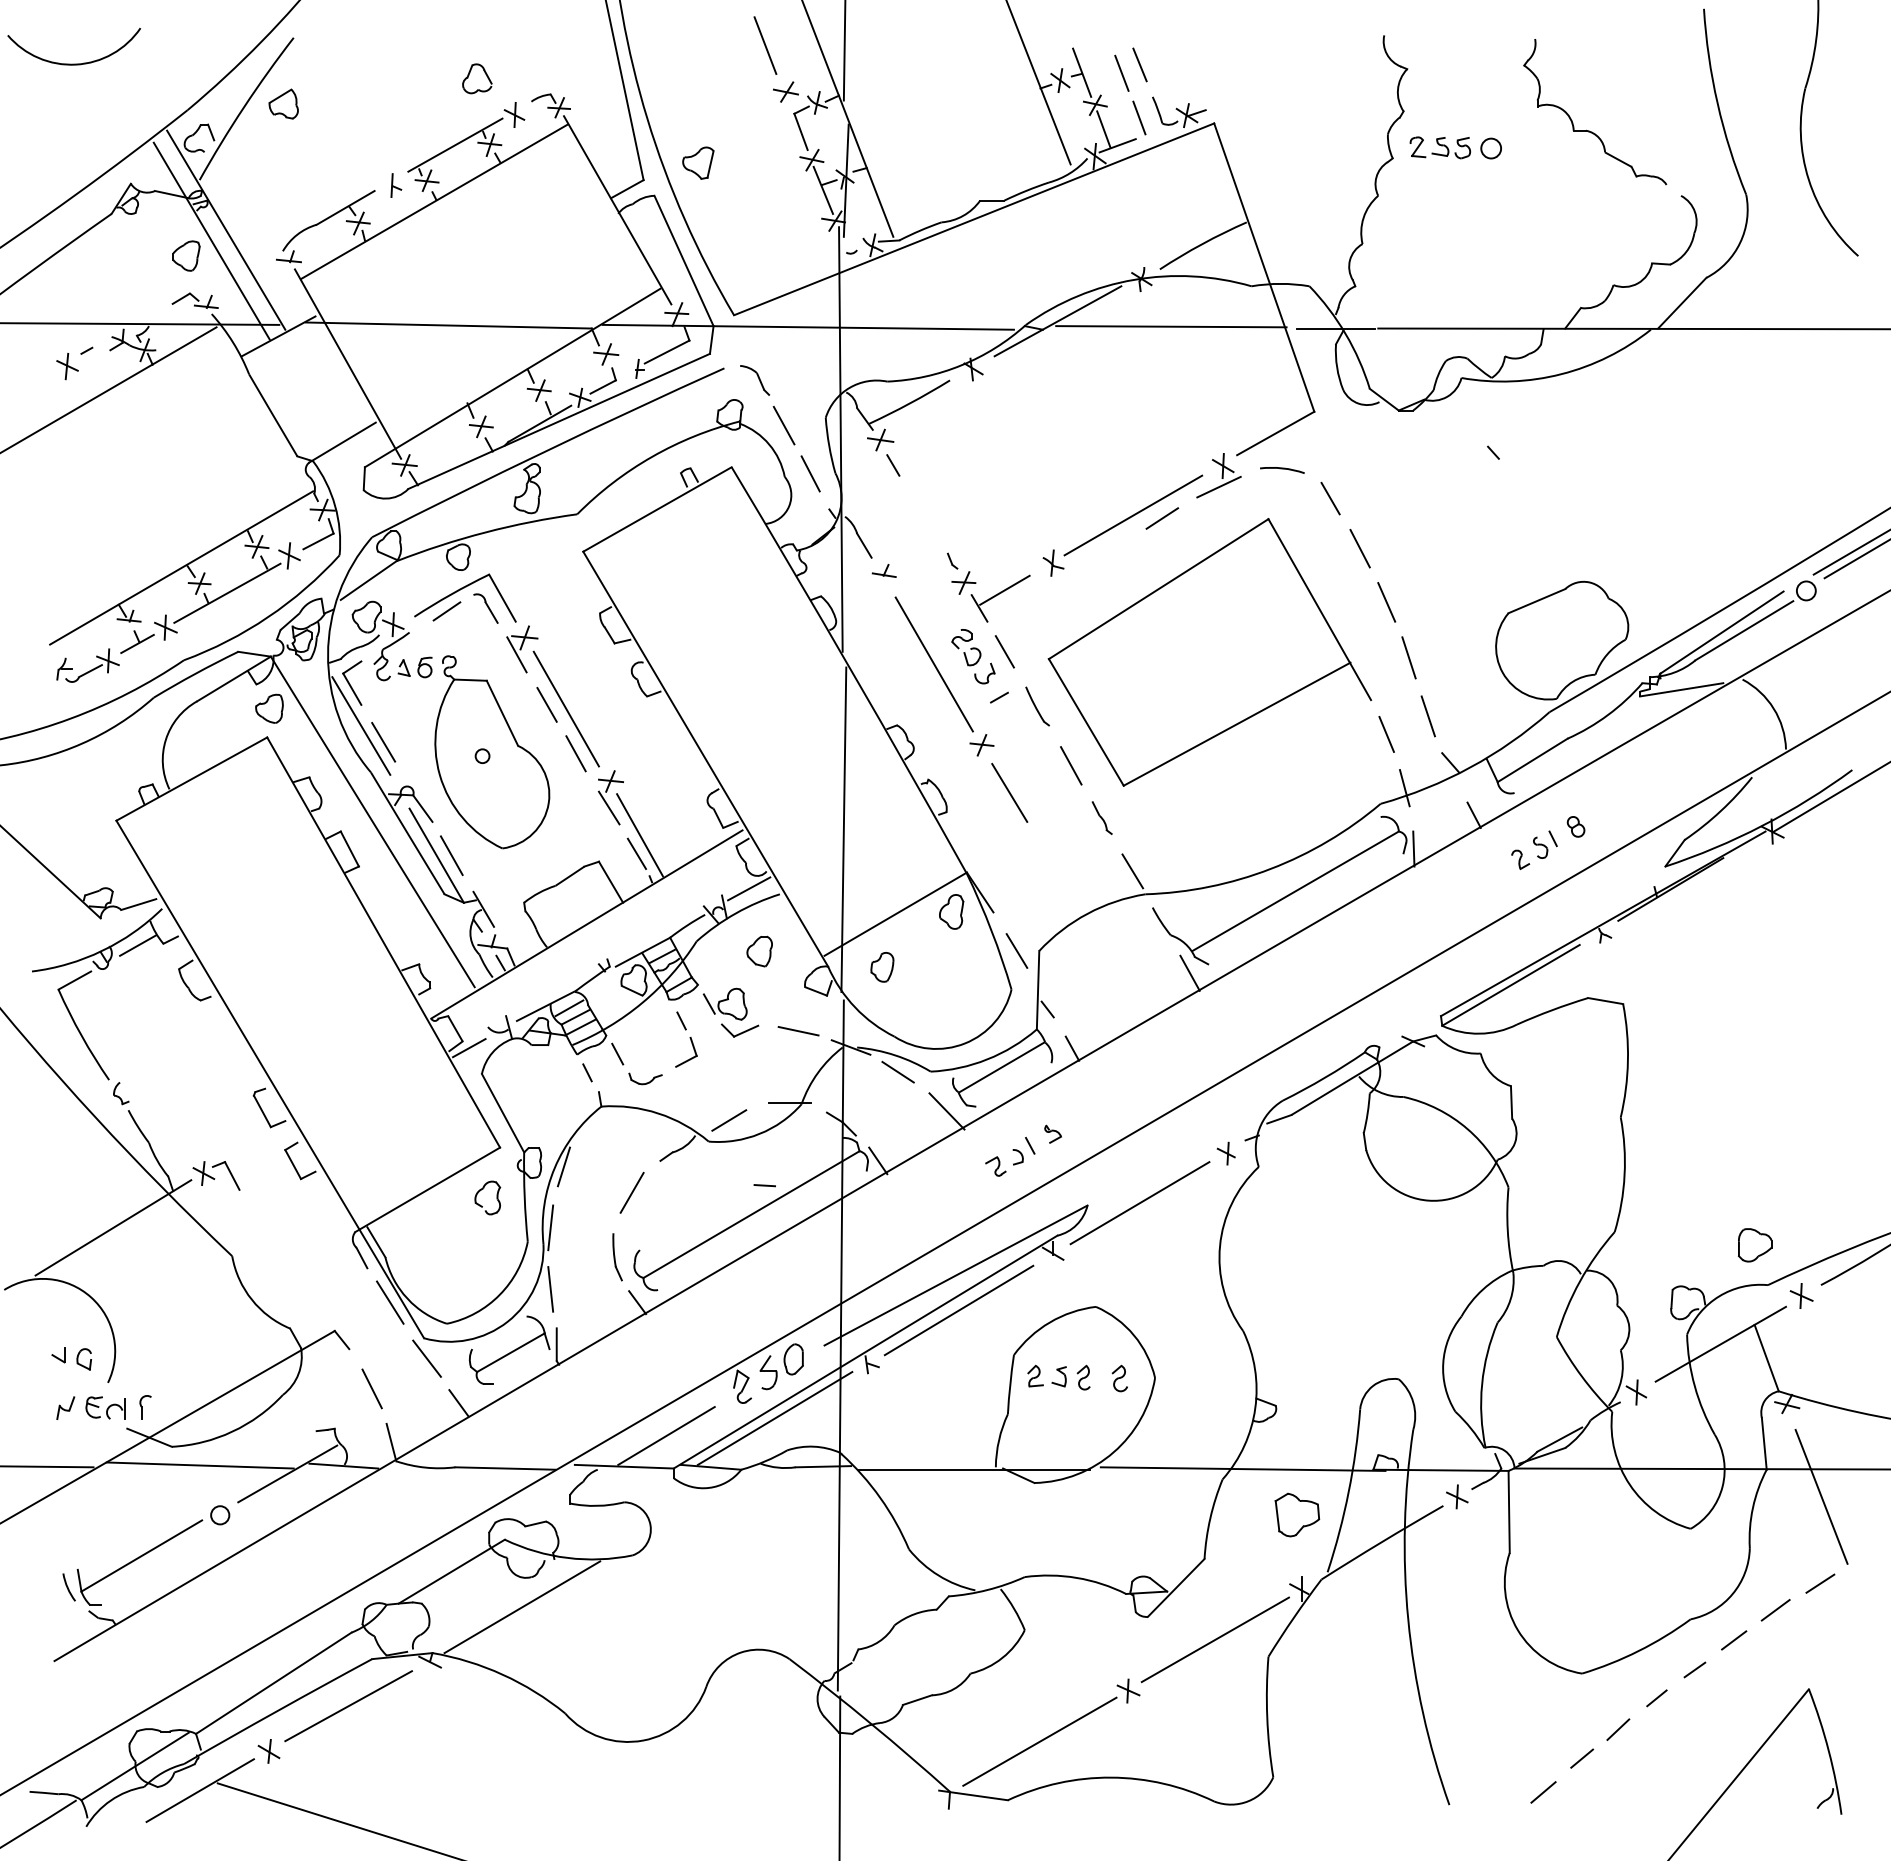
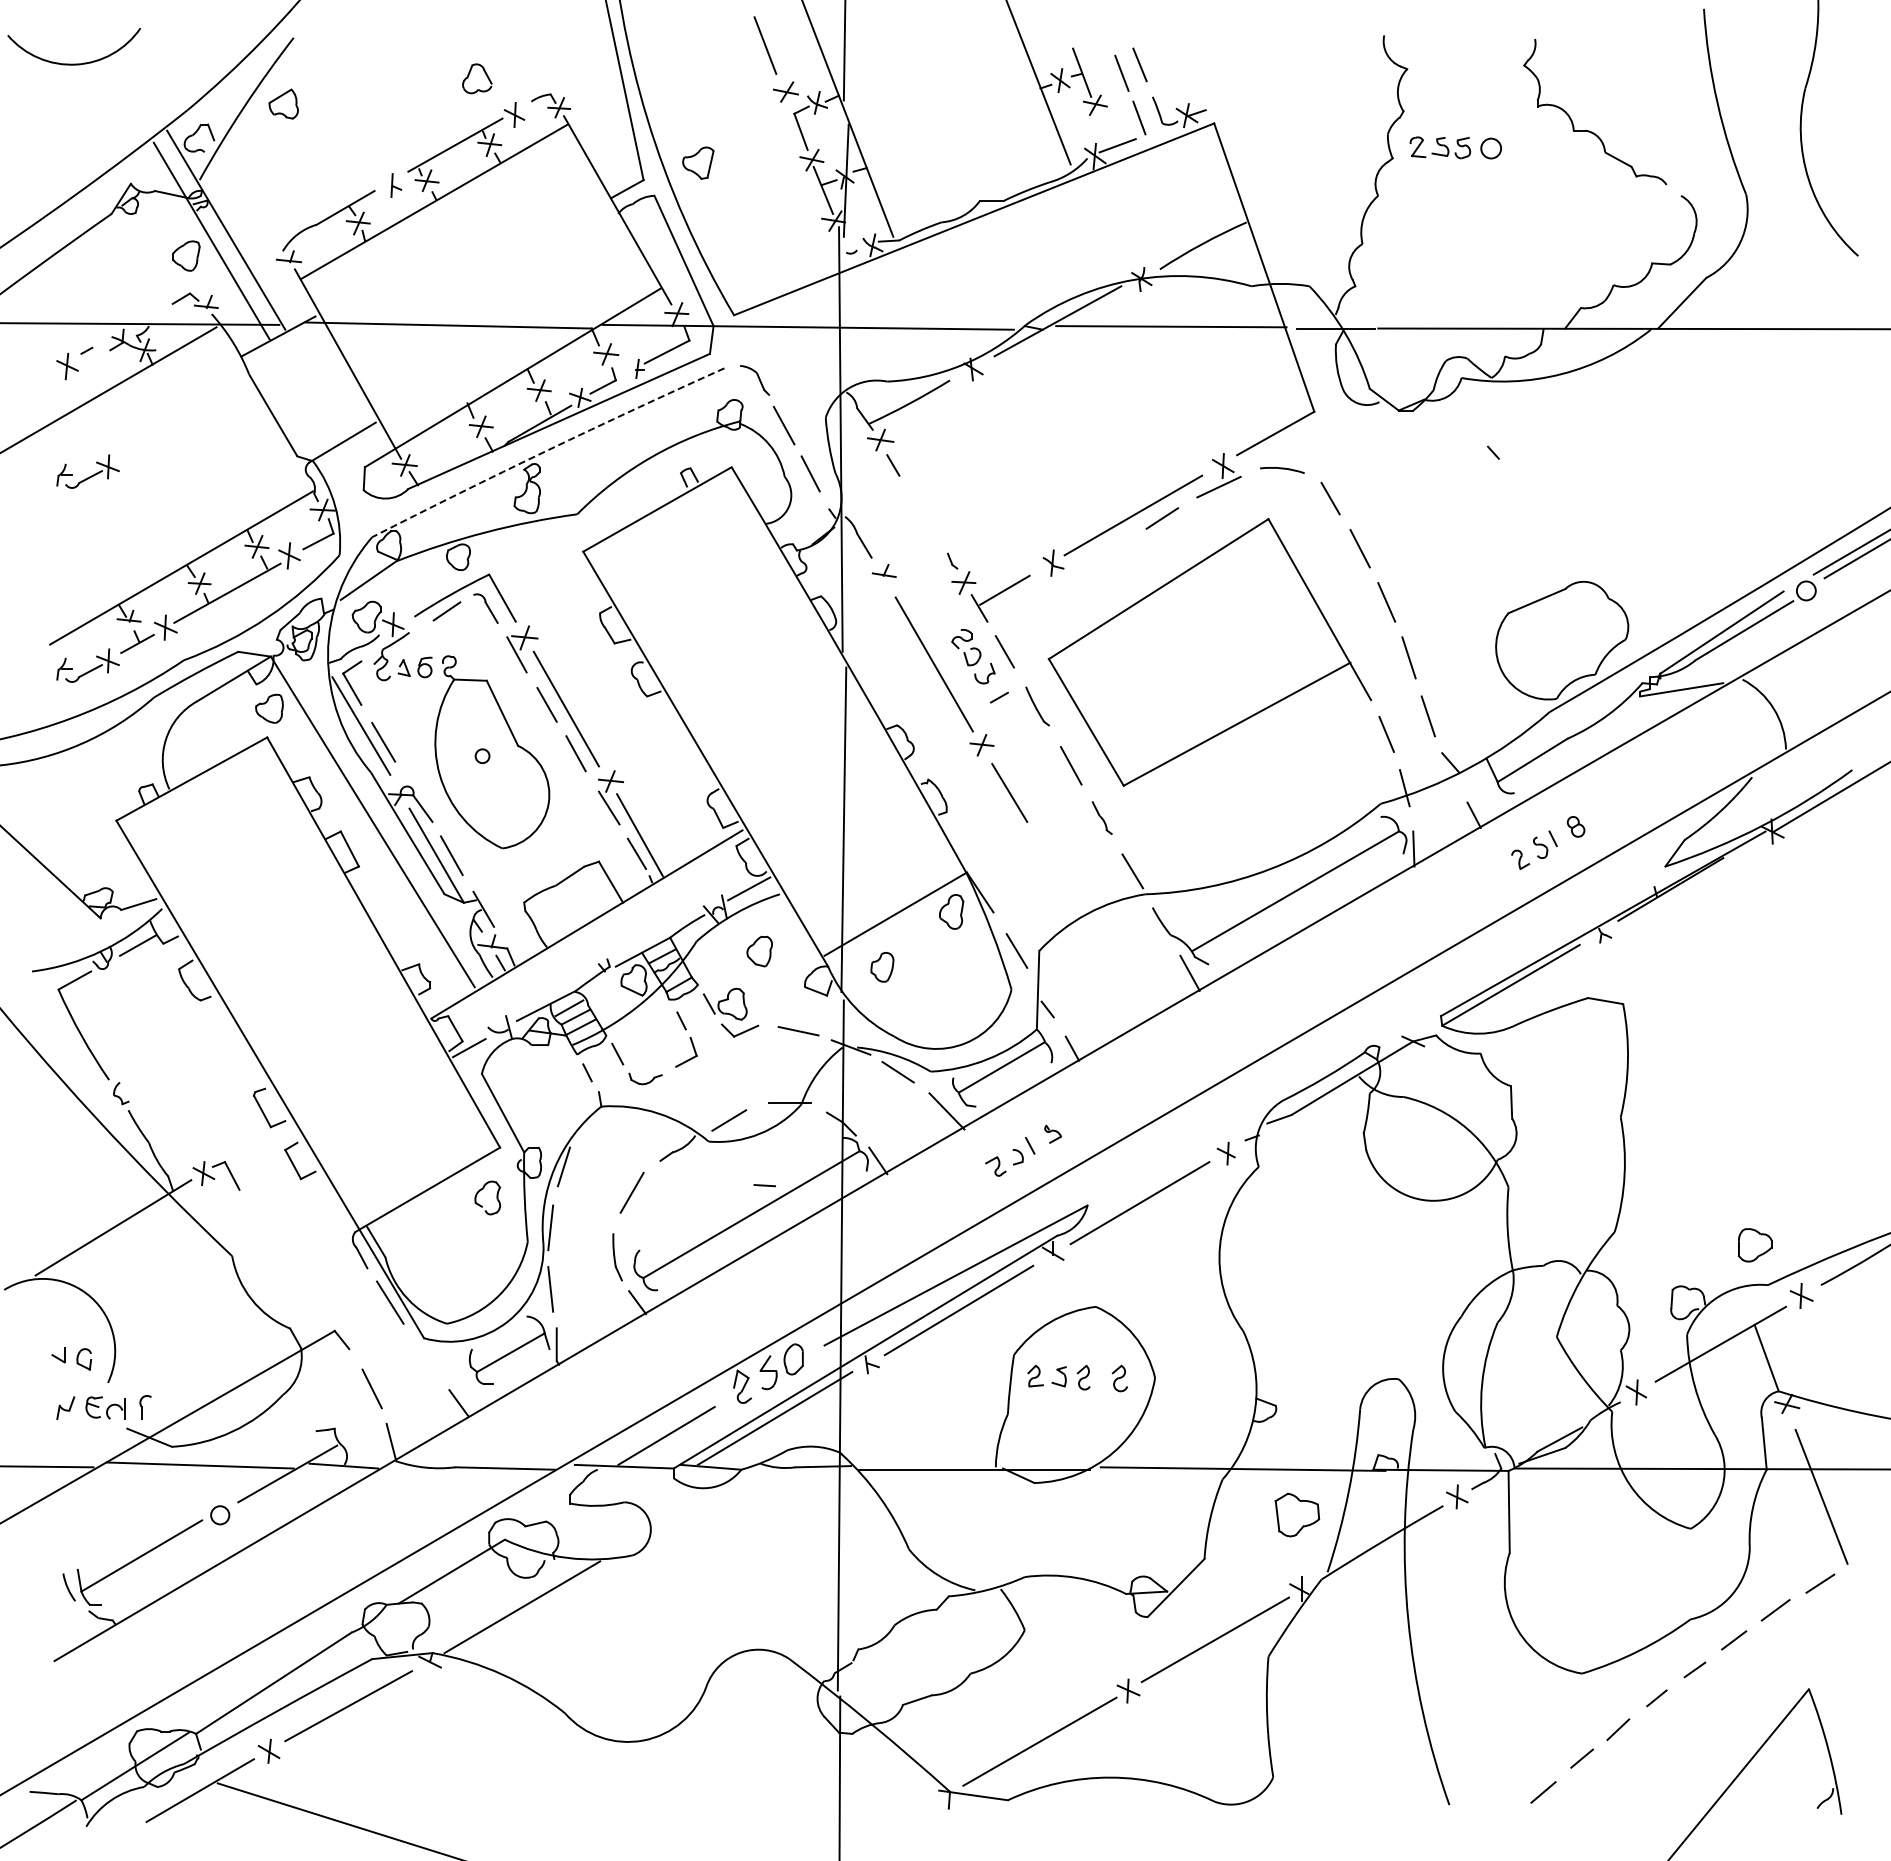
line at (1103, 129): present -> none
arc at (547, 450): solid -> dashed
part at (87, 471): none -> present
line at (426, 1358): present -> none
